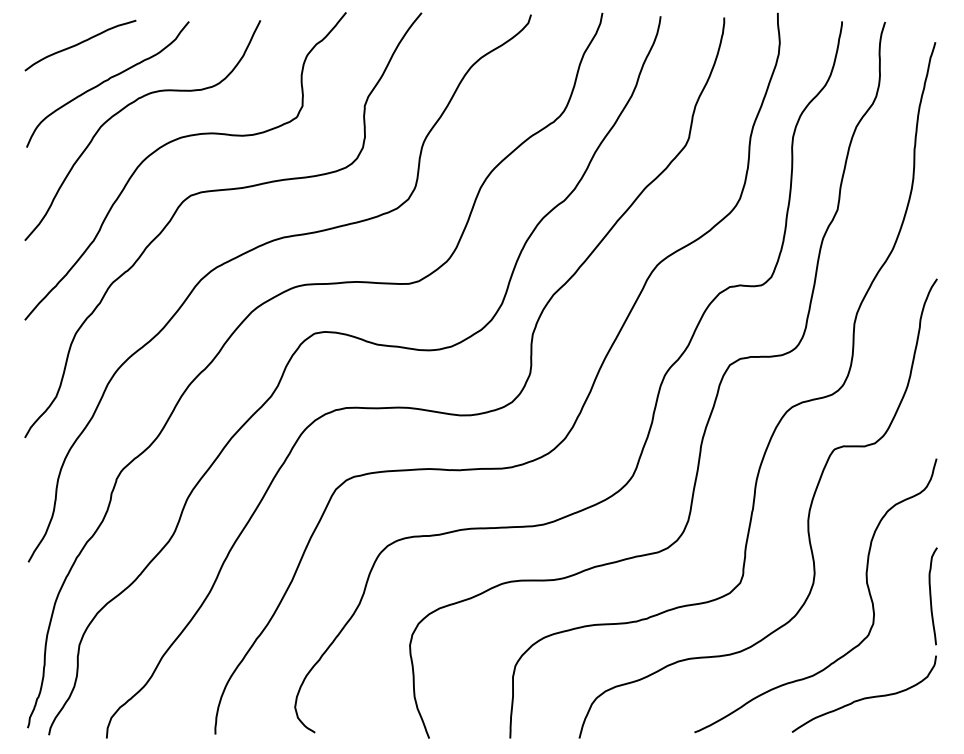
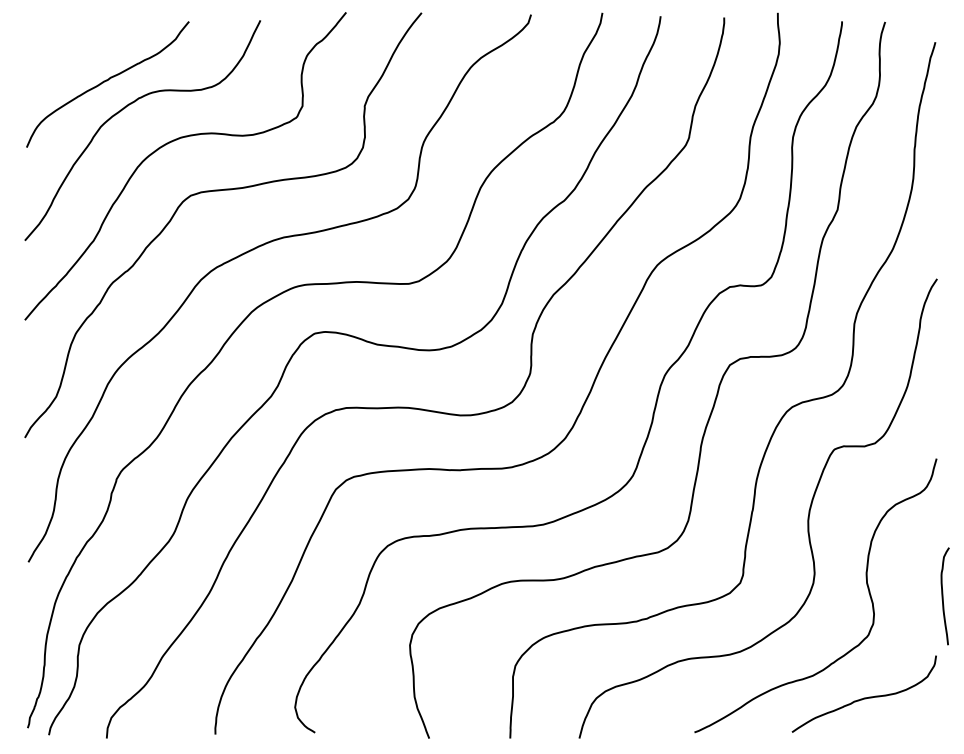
curve at (80, 44): present -> none
curve at (931, 596) position: (931, 596) -> (943, 596)
